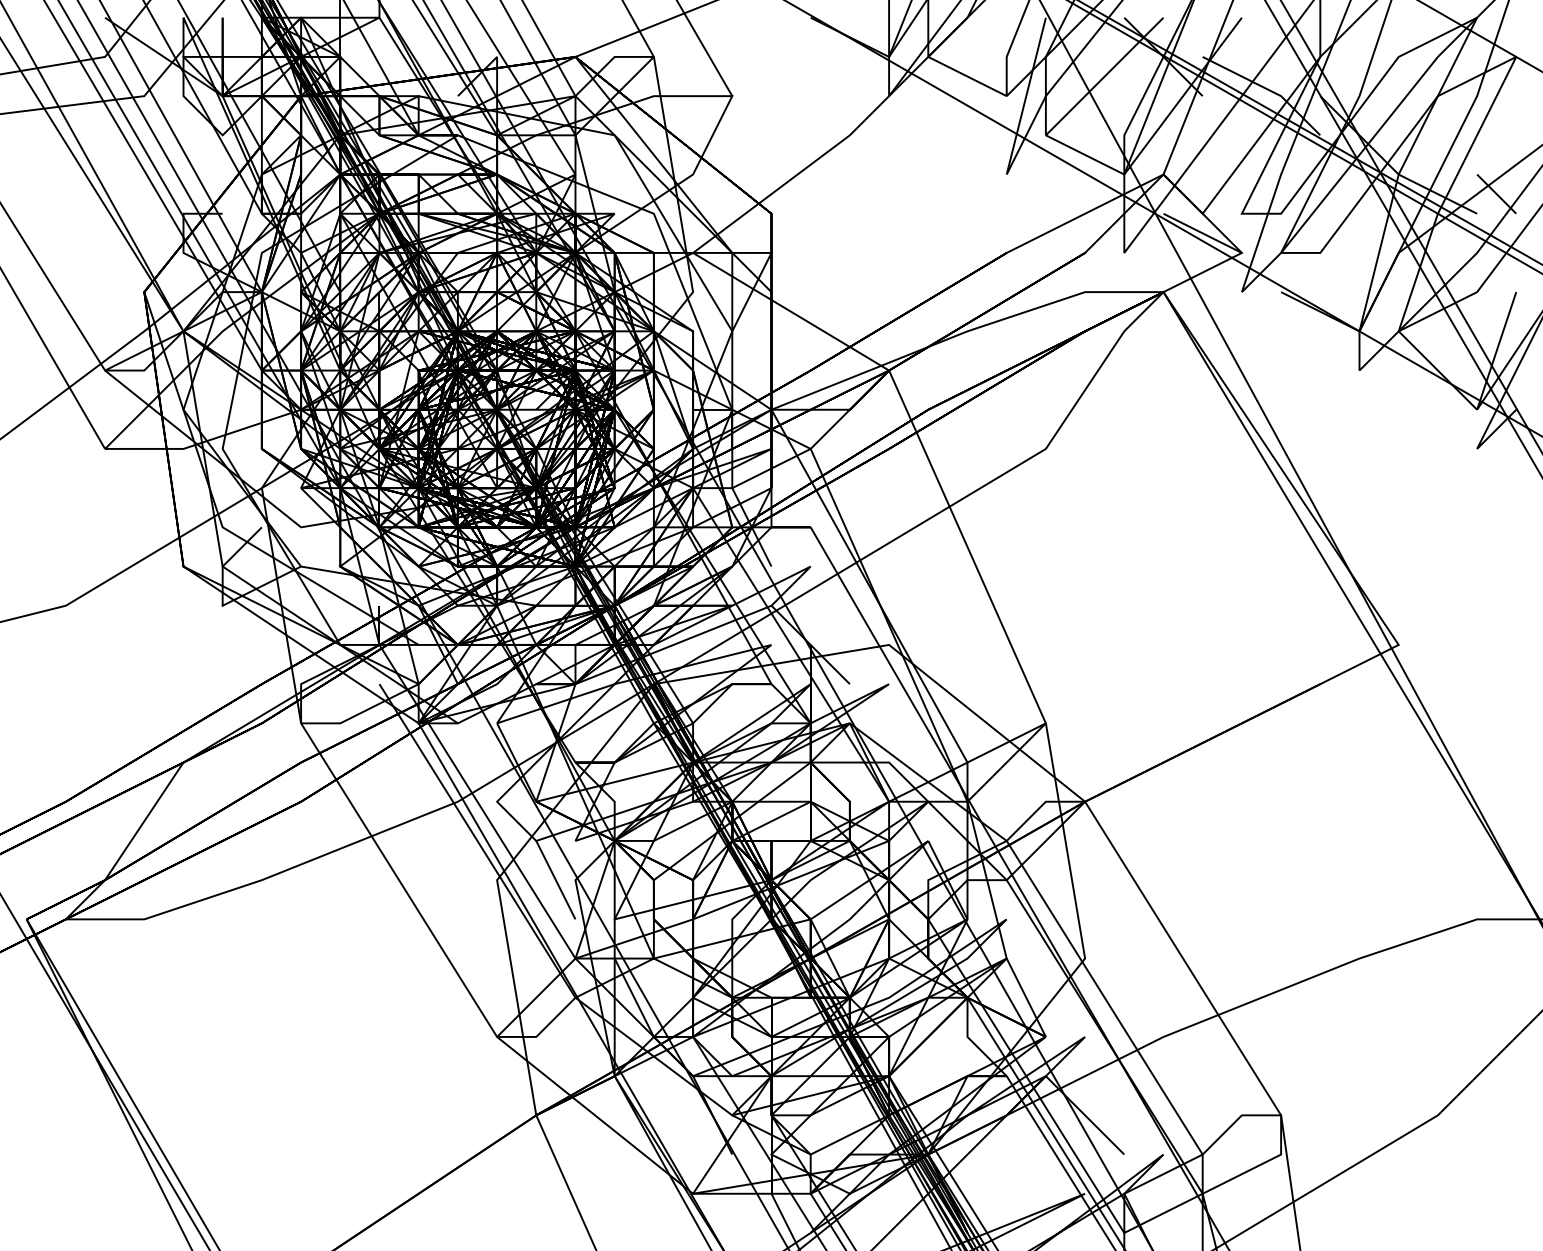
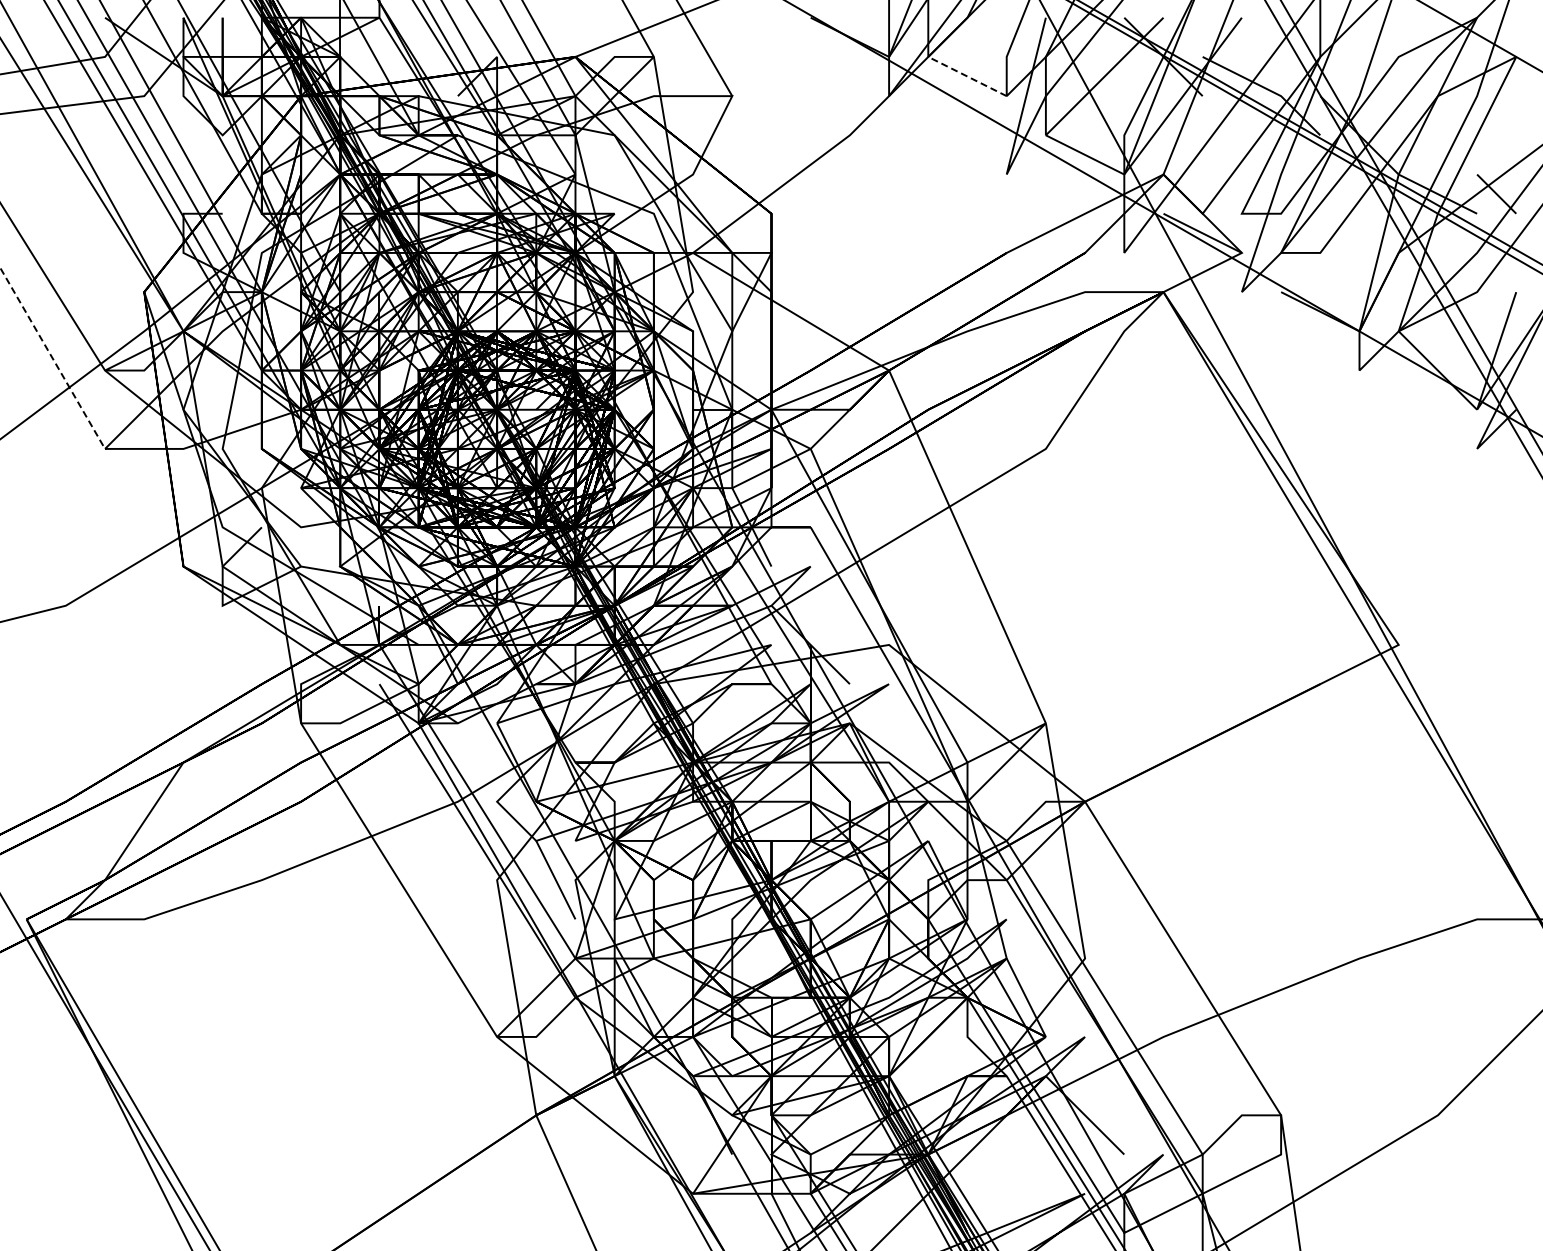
line at (967, 76): solid -> dashed
line at (52, 358): solid -> dashed
